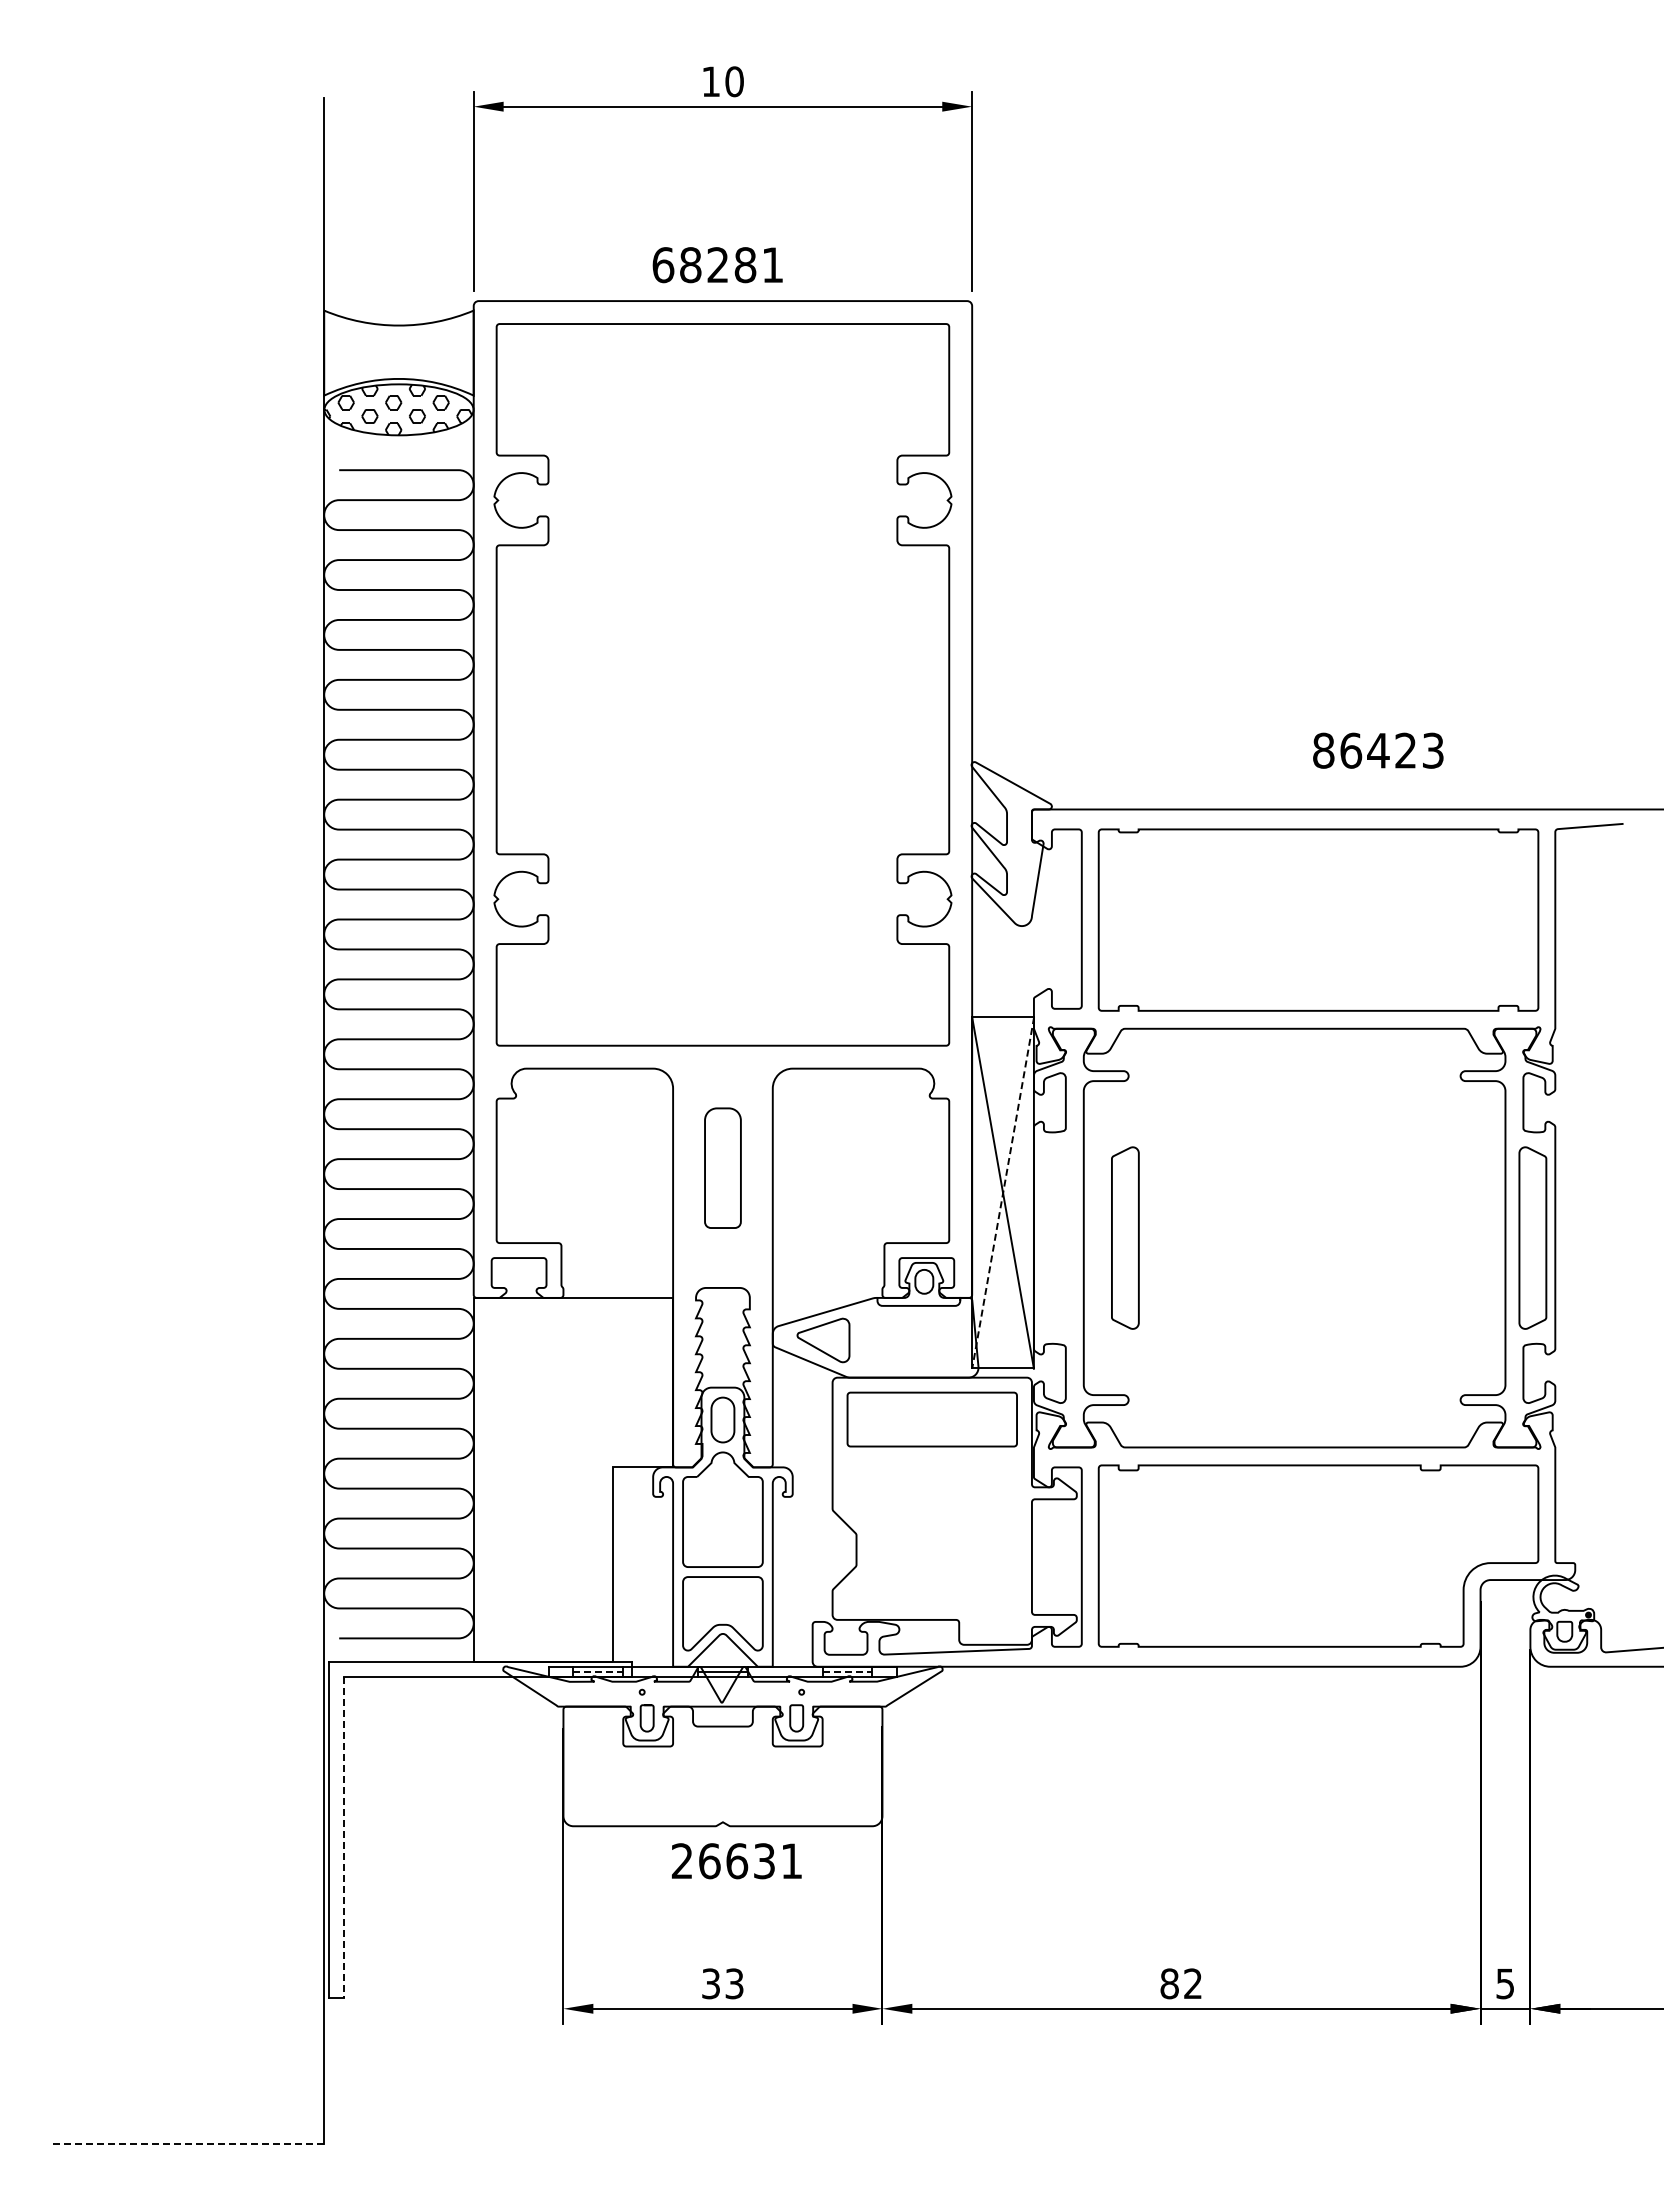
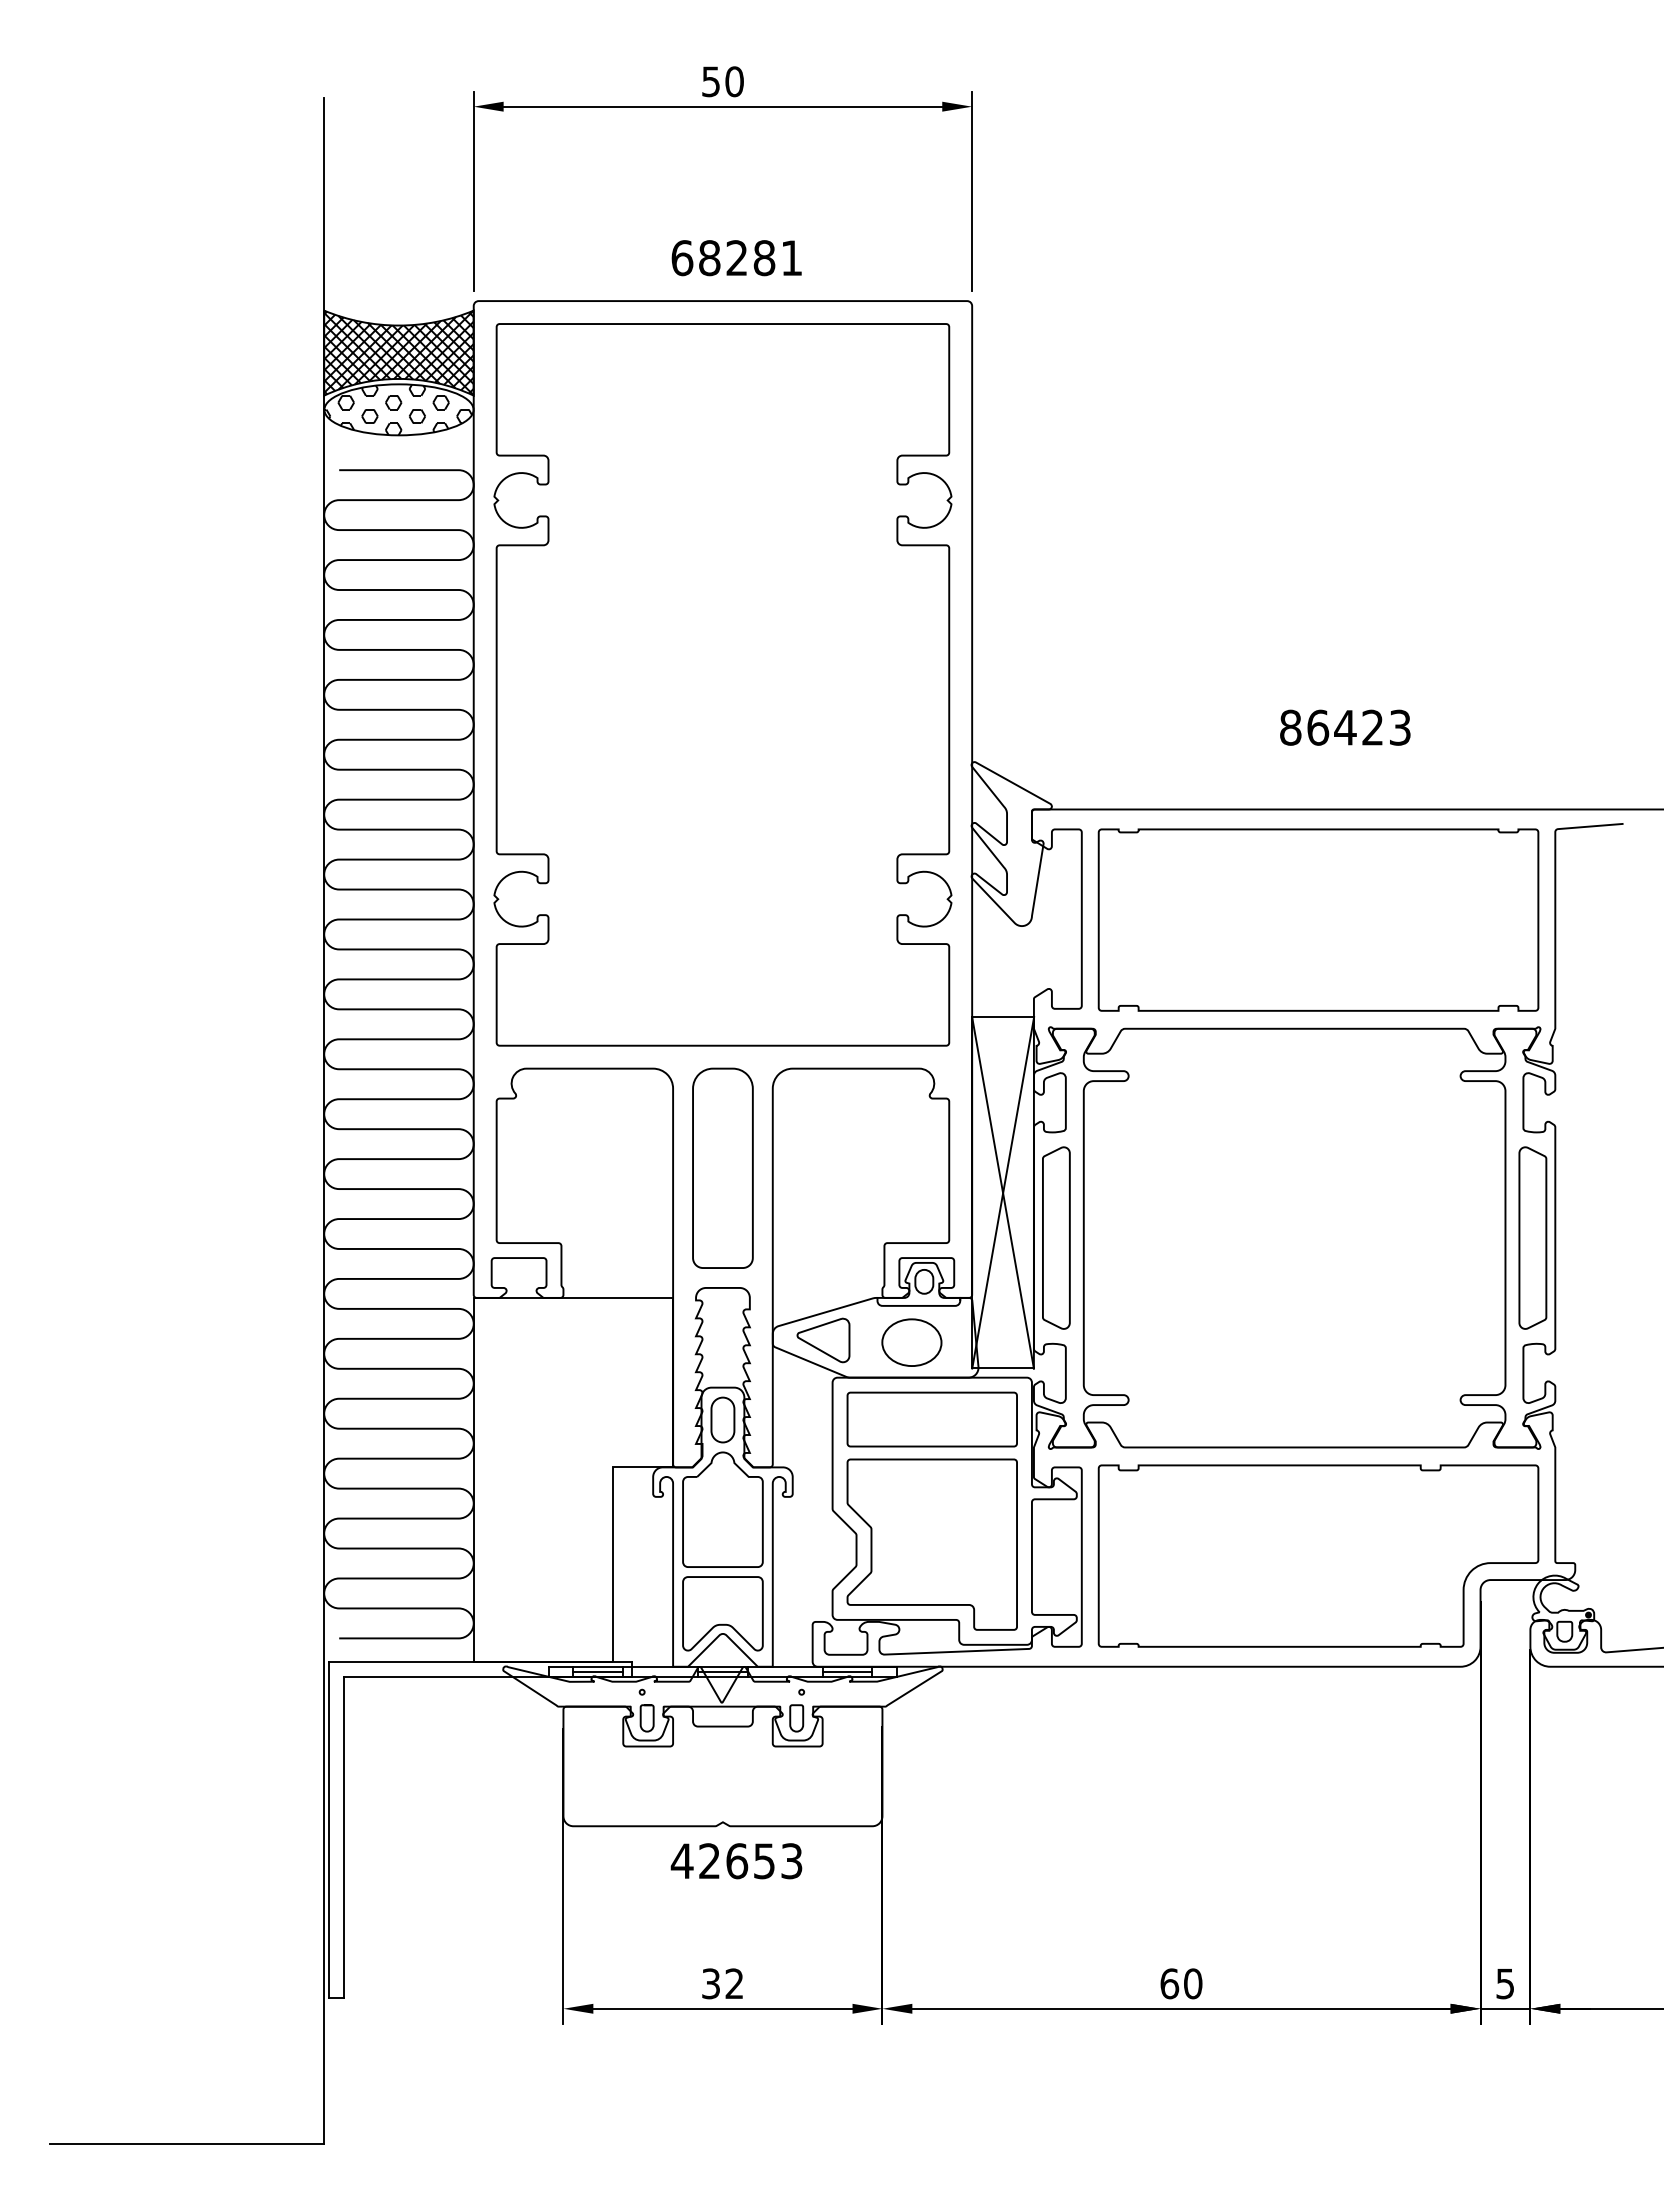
text at (710, 81): 10 -> 50
text at (717, 265) position: (717, 265) -> (736, 258)
hatch at (398, 352): none -> present
text at (1378, 750) position: (1378, 750) -> (1345, 727)
part at (722, 1167) size: 38x122 px -> 62x202 px
line at (1003, 1193): dashed -> solid
curve at (1112, 1237) position: (1112, 1237) -> (1043, 1237)
part at (911, 1342): none -> present
part at (931, 1544): none -> present
line at (598, 1671): dashed -> solid
line at (847, 1671): dashed -> solid
line at (344, 1837): dashed -> solid
text at (736, 1861): 26631 -> 42653
text at (734, 1983): 33 -> 32
text at (1181, 1983): 82 -> 60
line at (186, 2143): dashed -> solid
